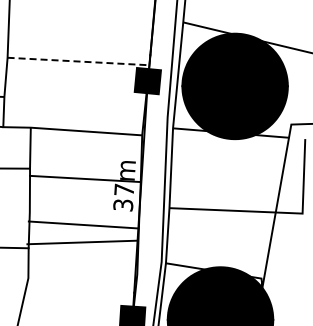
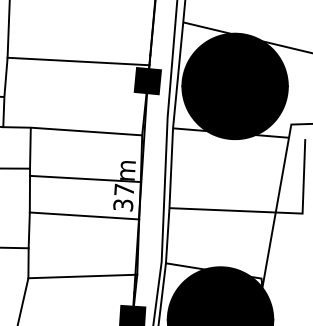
line at (79, 61): dashed -> solid
line at (83, 224) position: (83, 224) -> (84, 215)
line at (81, 242) position: (81, 242) -> (82, 276)
